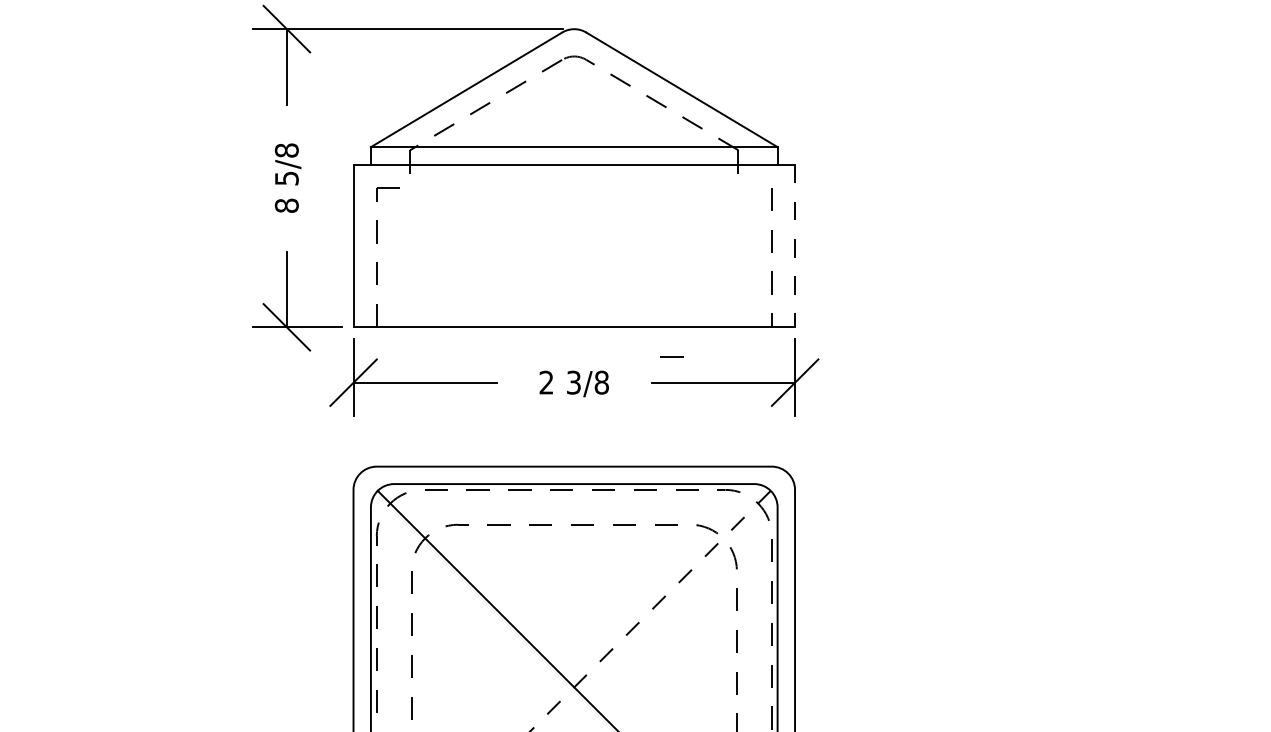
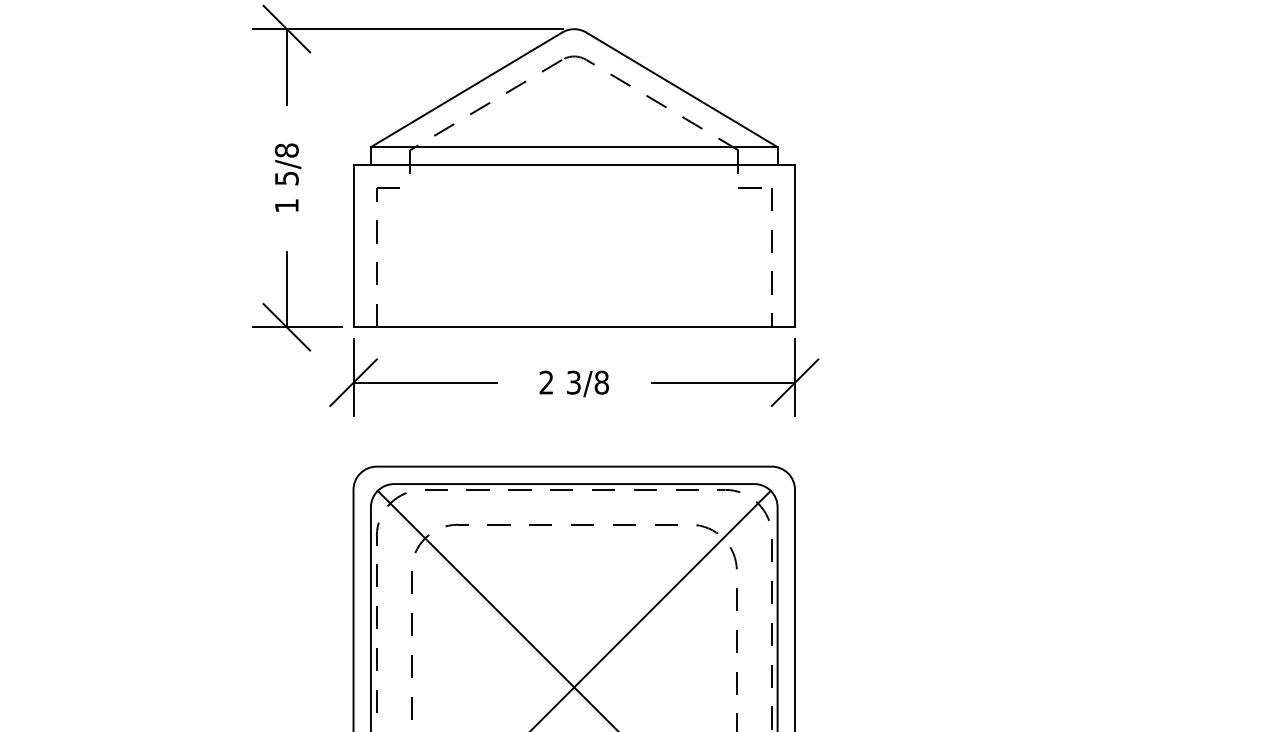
text at (286, 205): 8 -> 1
line at (795, 246): dashed -> solid
line at (671, 356) position: (671, 356) -> (749, 187)
line at (649, 611): dashed -> solid
